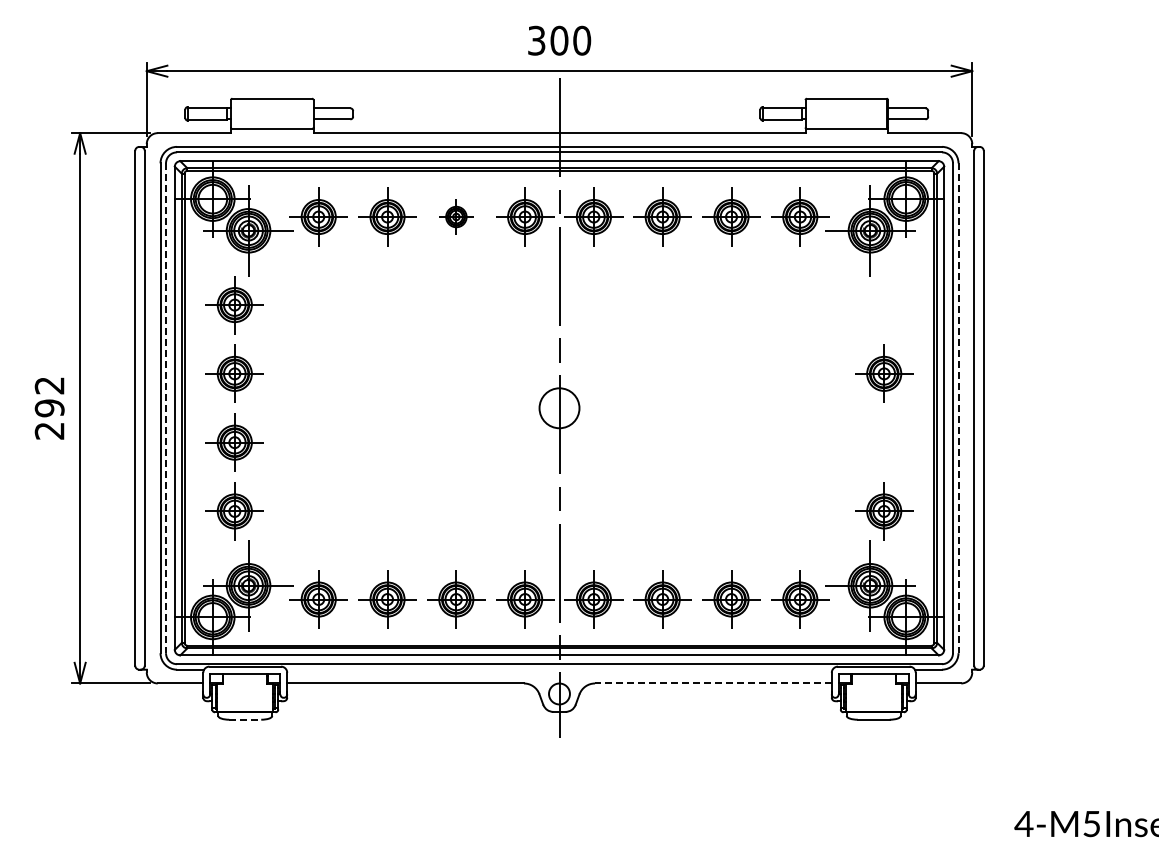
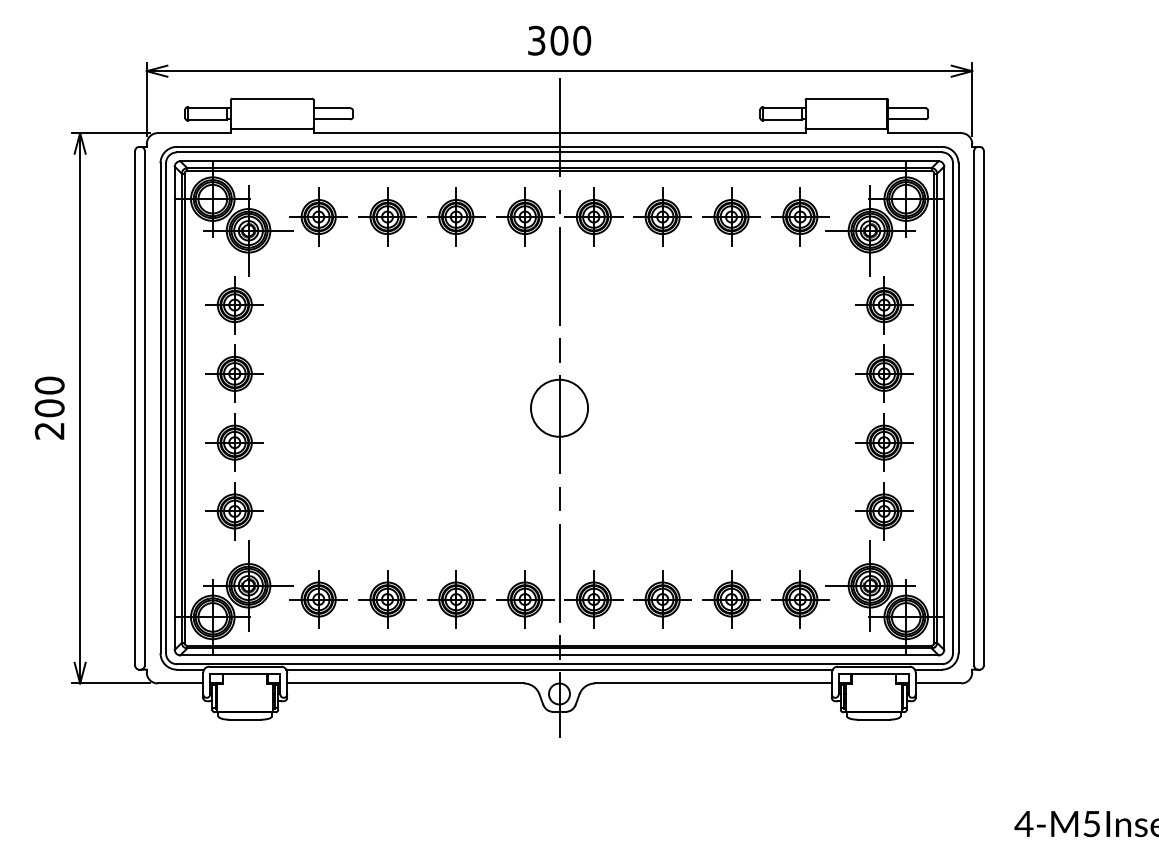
part at (456, 216) size: 35x36 px -> 59x60 px
part at (884, 305): none -> present
text at (49, 396): 292 -> 200
line at (166, 408): dashed -> solid
circle at (559, 408) diameter: 40 px -> 57 px
line at (958, 408): dashed -> solid
part at (884, 442): none -> present
line at (559, 669): none -> present
line at (712, 683): dashed -> solid
line at (245, 719): dashed -> solid
